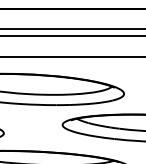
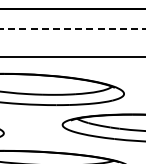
line at (73, 28): solid -> dashed
line at (72, 36): present -> none
